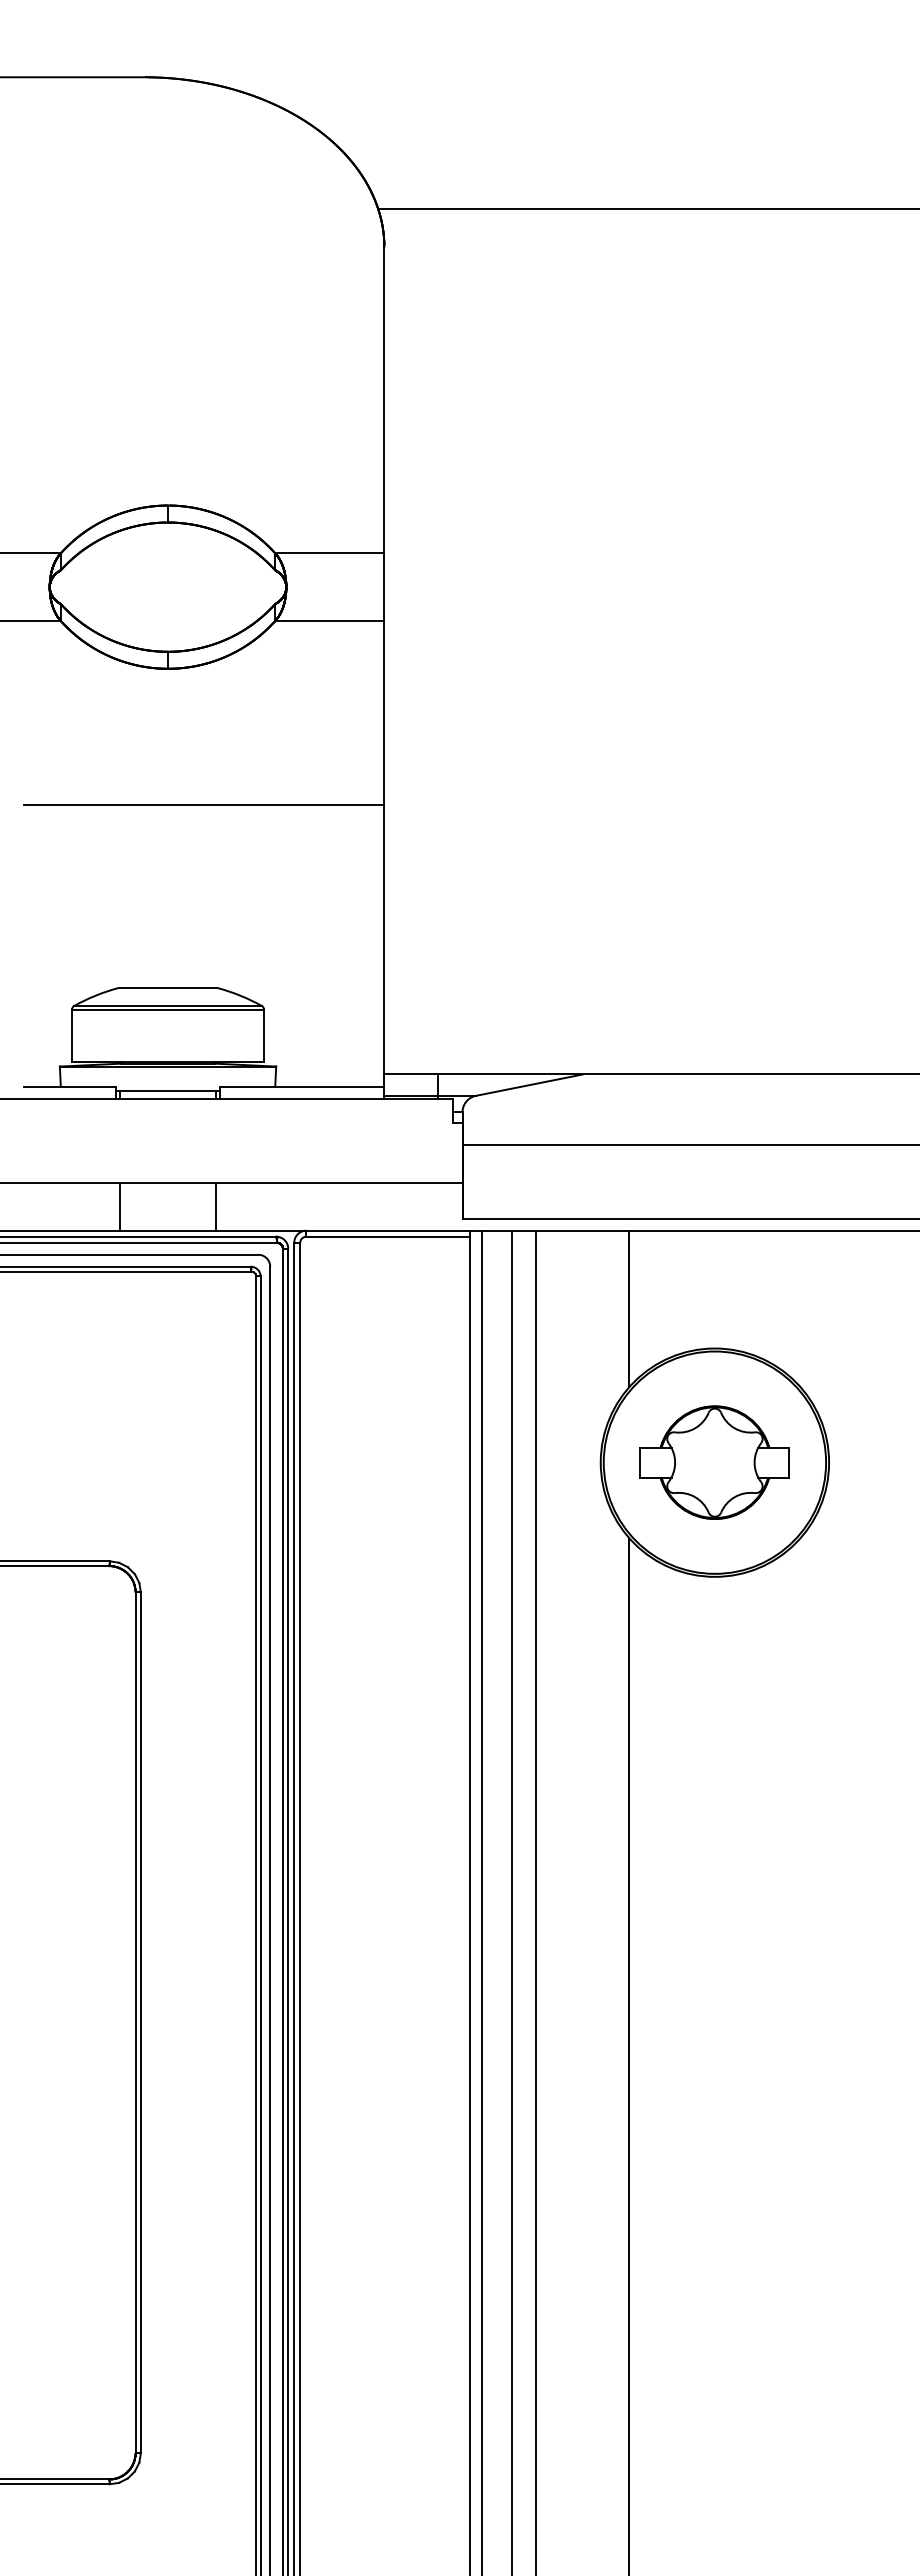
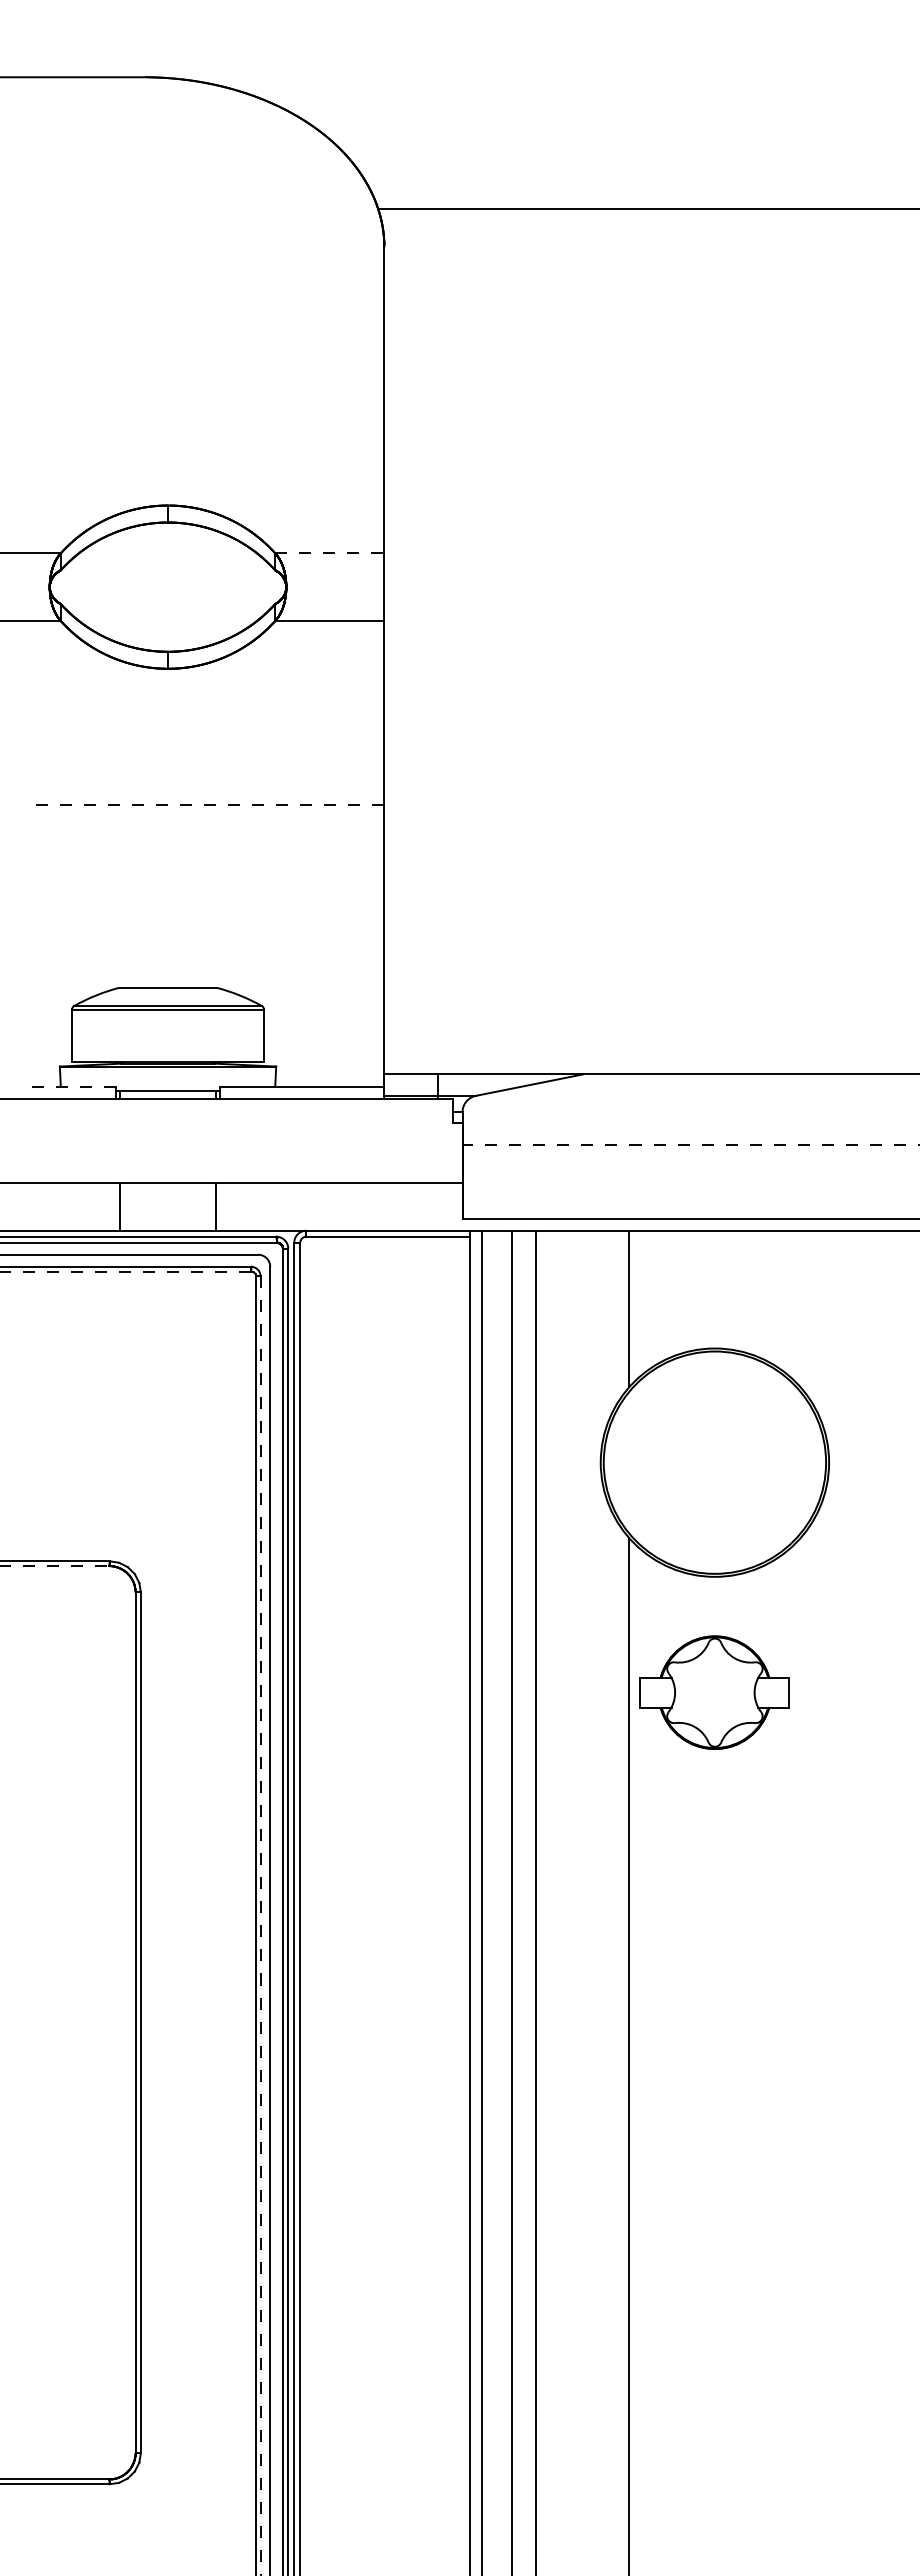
line at (329, 553): solid -> dashed
line at (203, 805): solid -> dashed
line at (69, 1086): solid -> dashed
line at (691, 1145): solid -> dashed
line at (125, 1271): solid -> dashed
part at (714, 1462) position: (714, 1462) -> (714, 1692)
line at (55, 1566): solid -> dashed
line at (260, 1926): solid -> dashed
